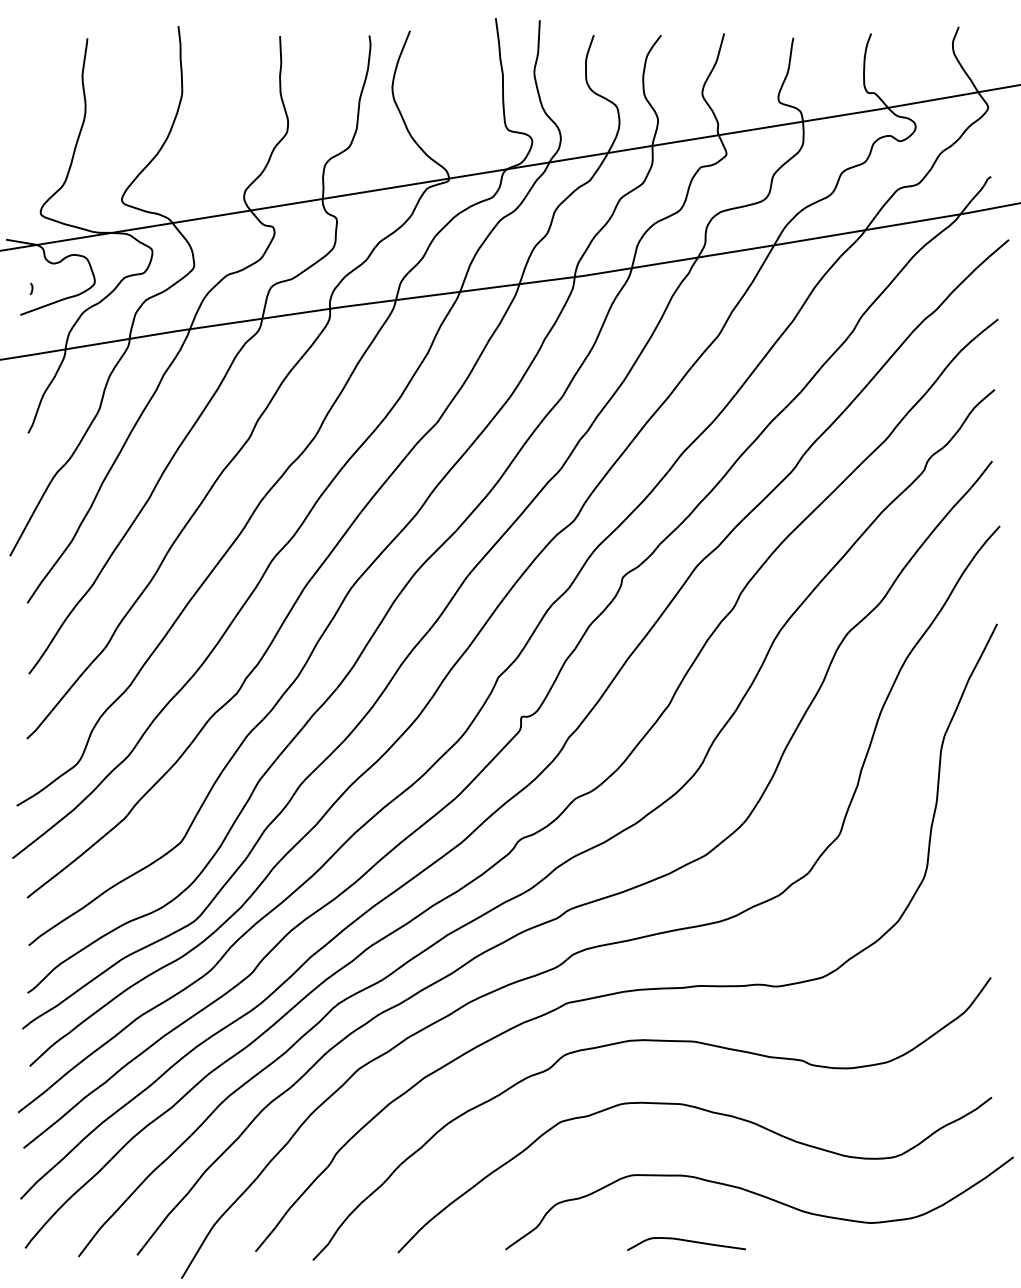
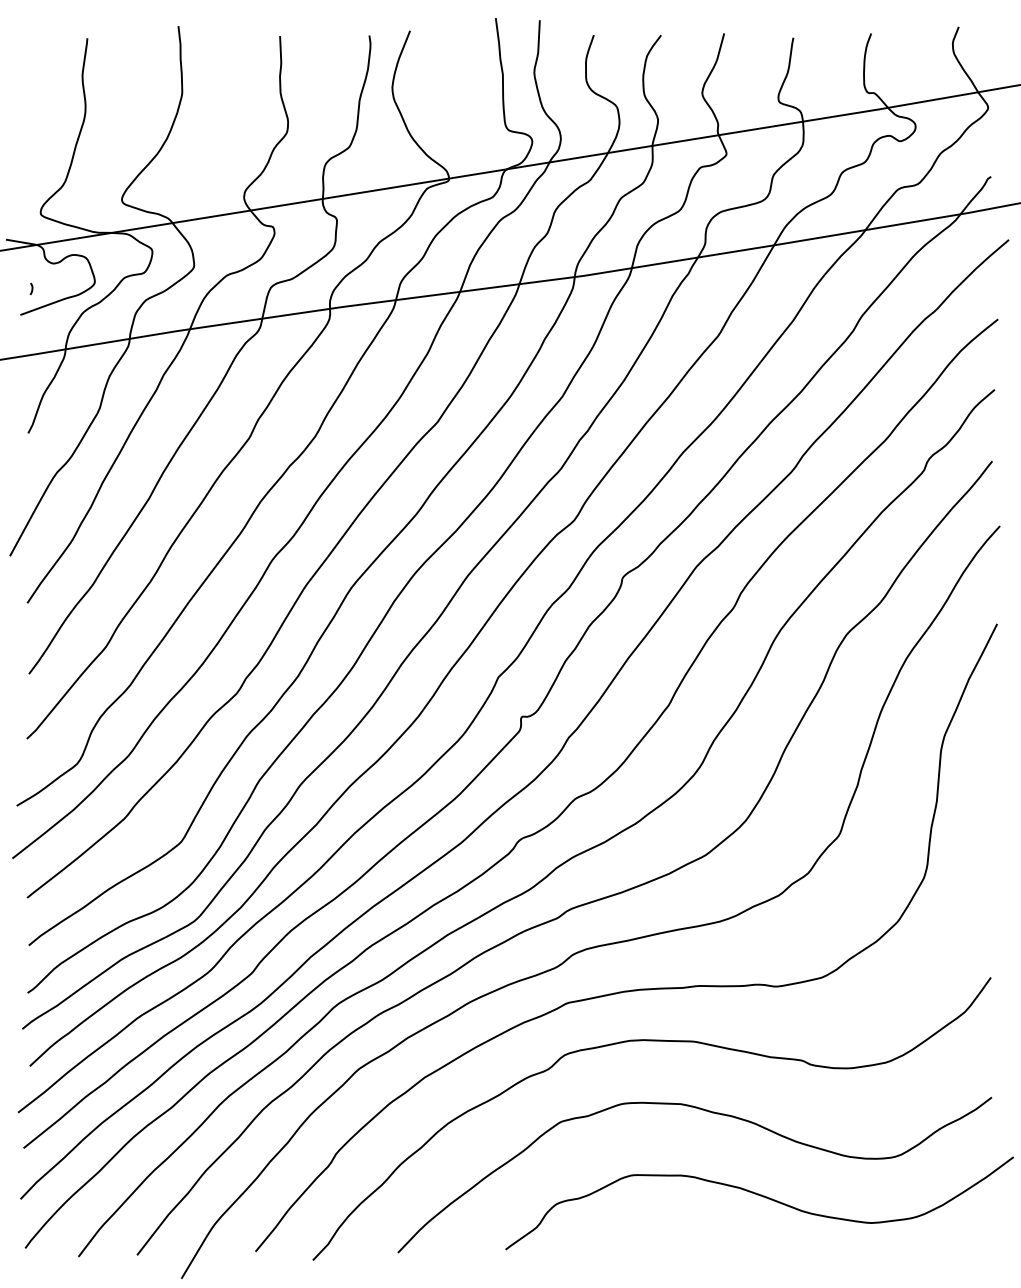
curve at (686, 1241): present -> none
